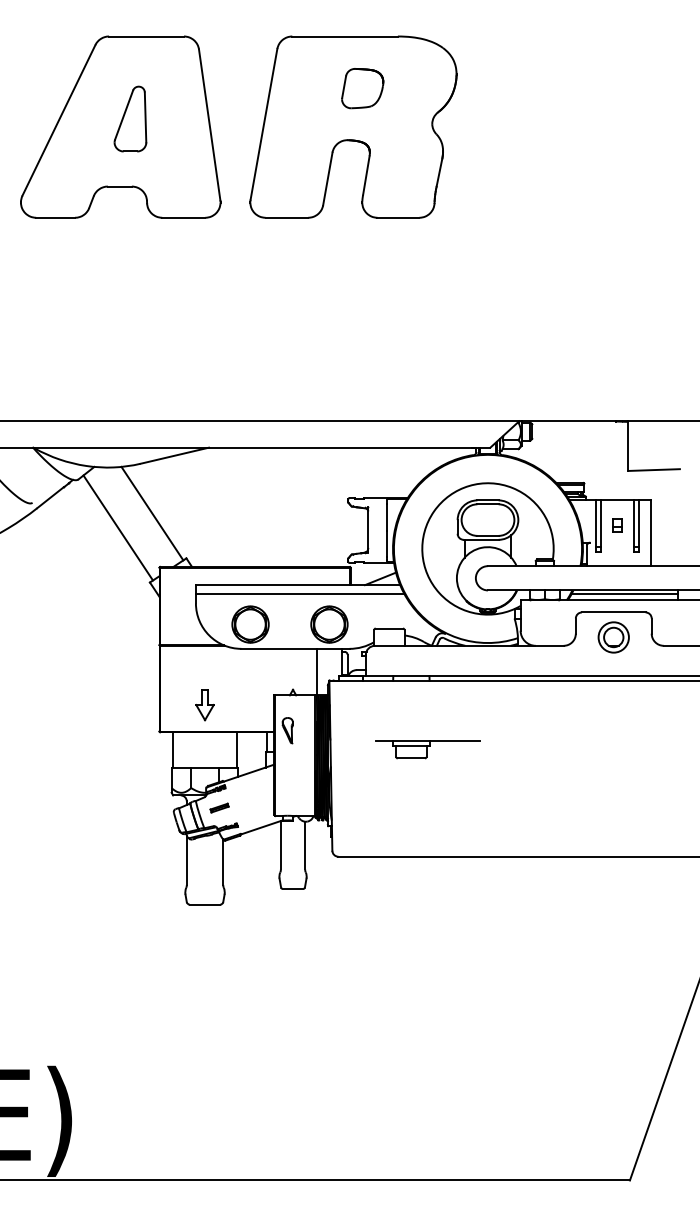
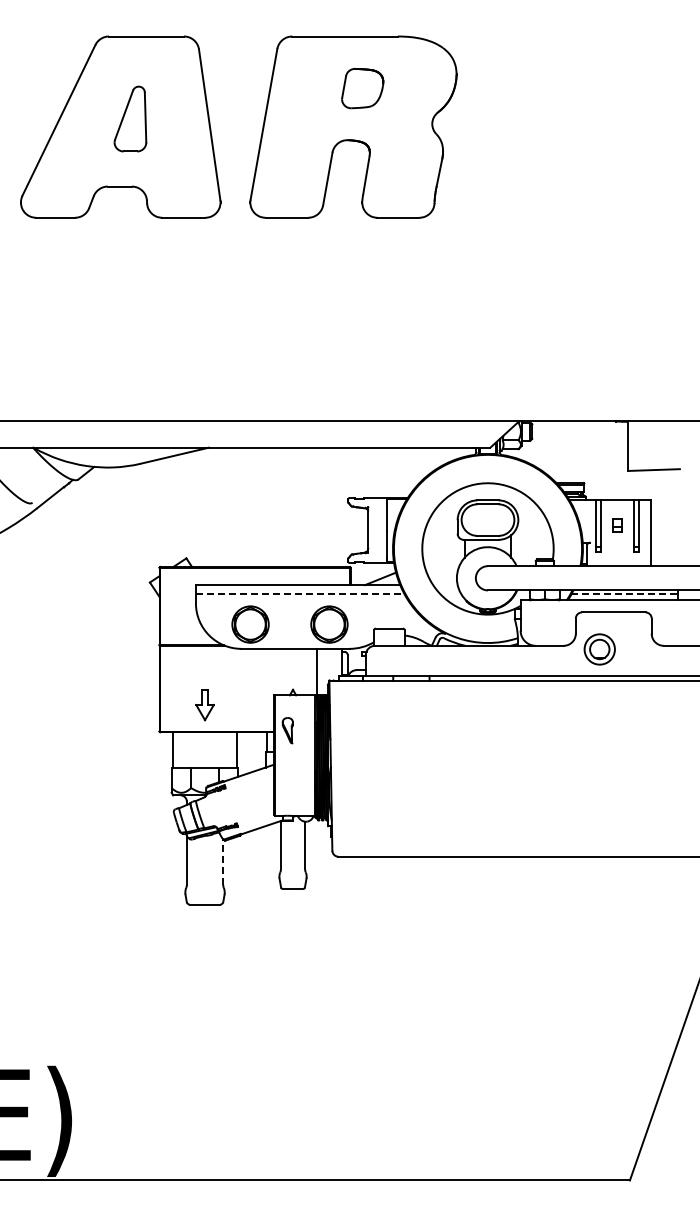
line at (152, 513): present -> none
line at (118, 527): present -> none
line at (300, 594): solid -> dashed
line at (625, 594): solid -> dashed
part at (613, 637) position: (613, 637) -> (599, 649)
part at (427, 749): present -> none
part at (219, 807): present -> none
line at (223, 862): solid -> dashed
